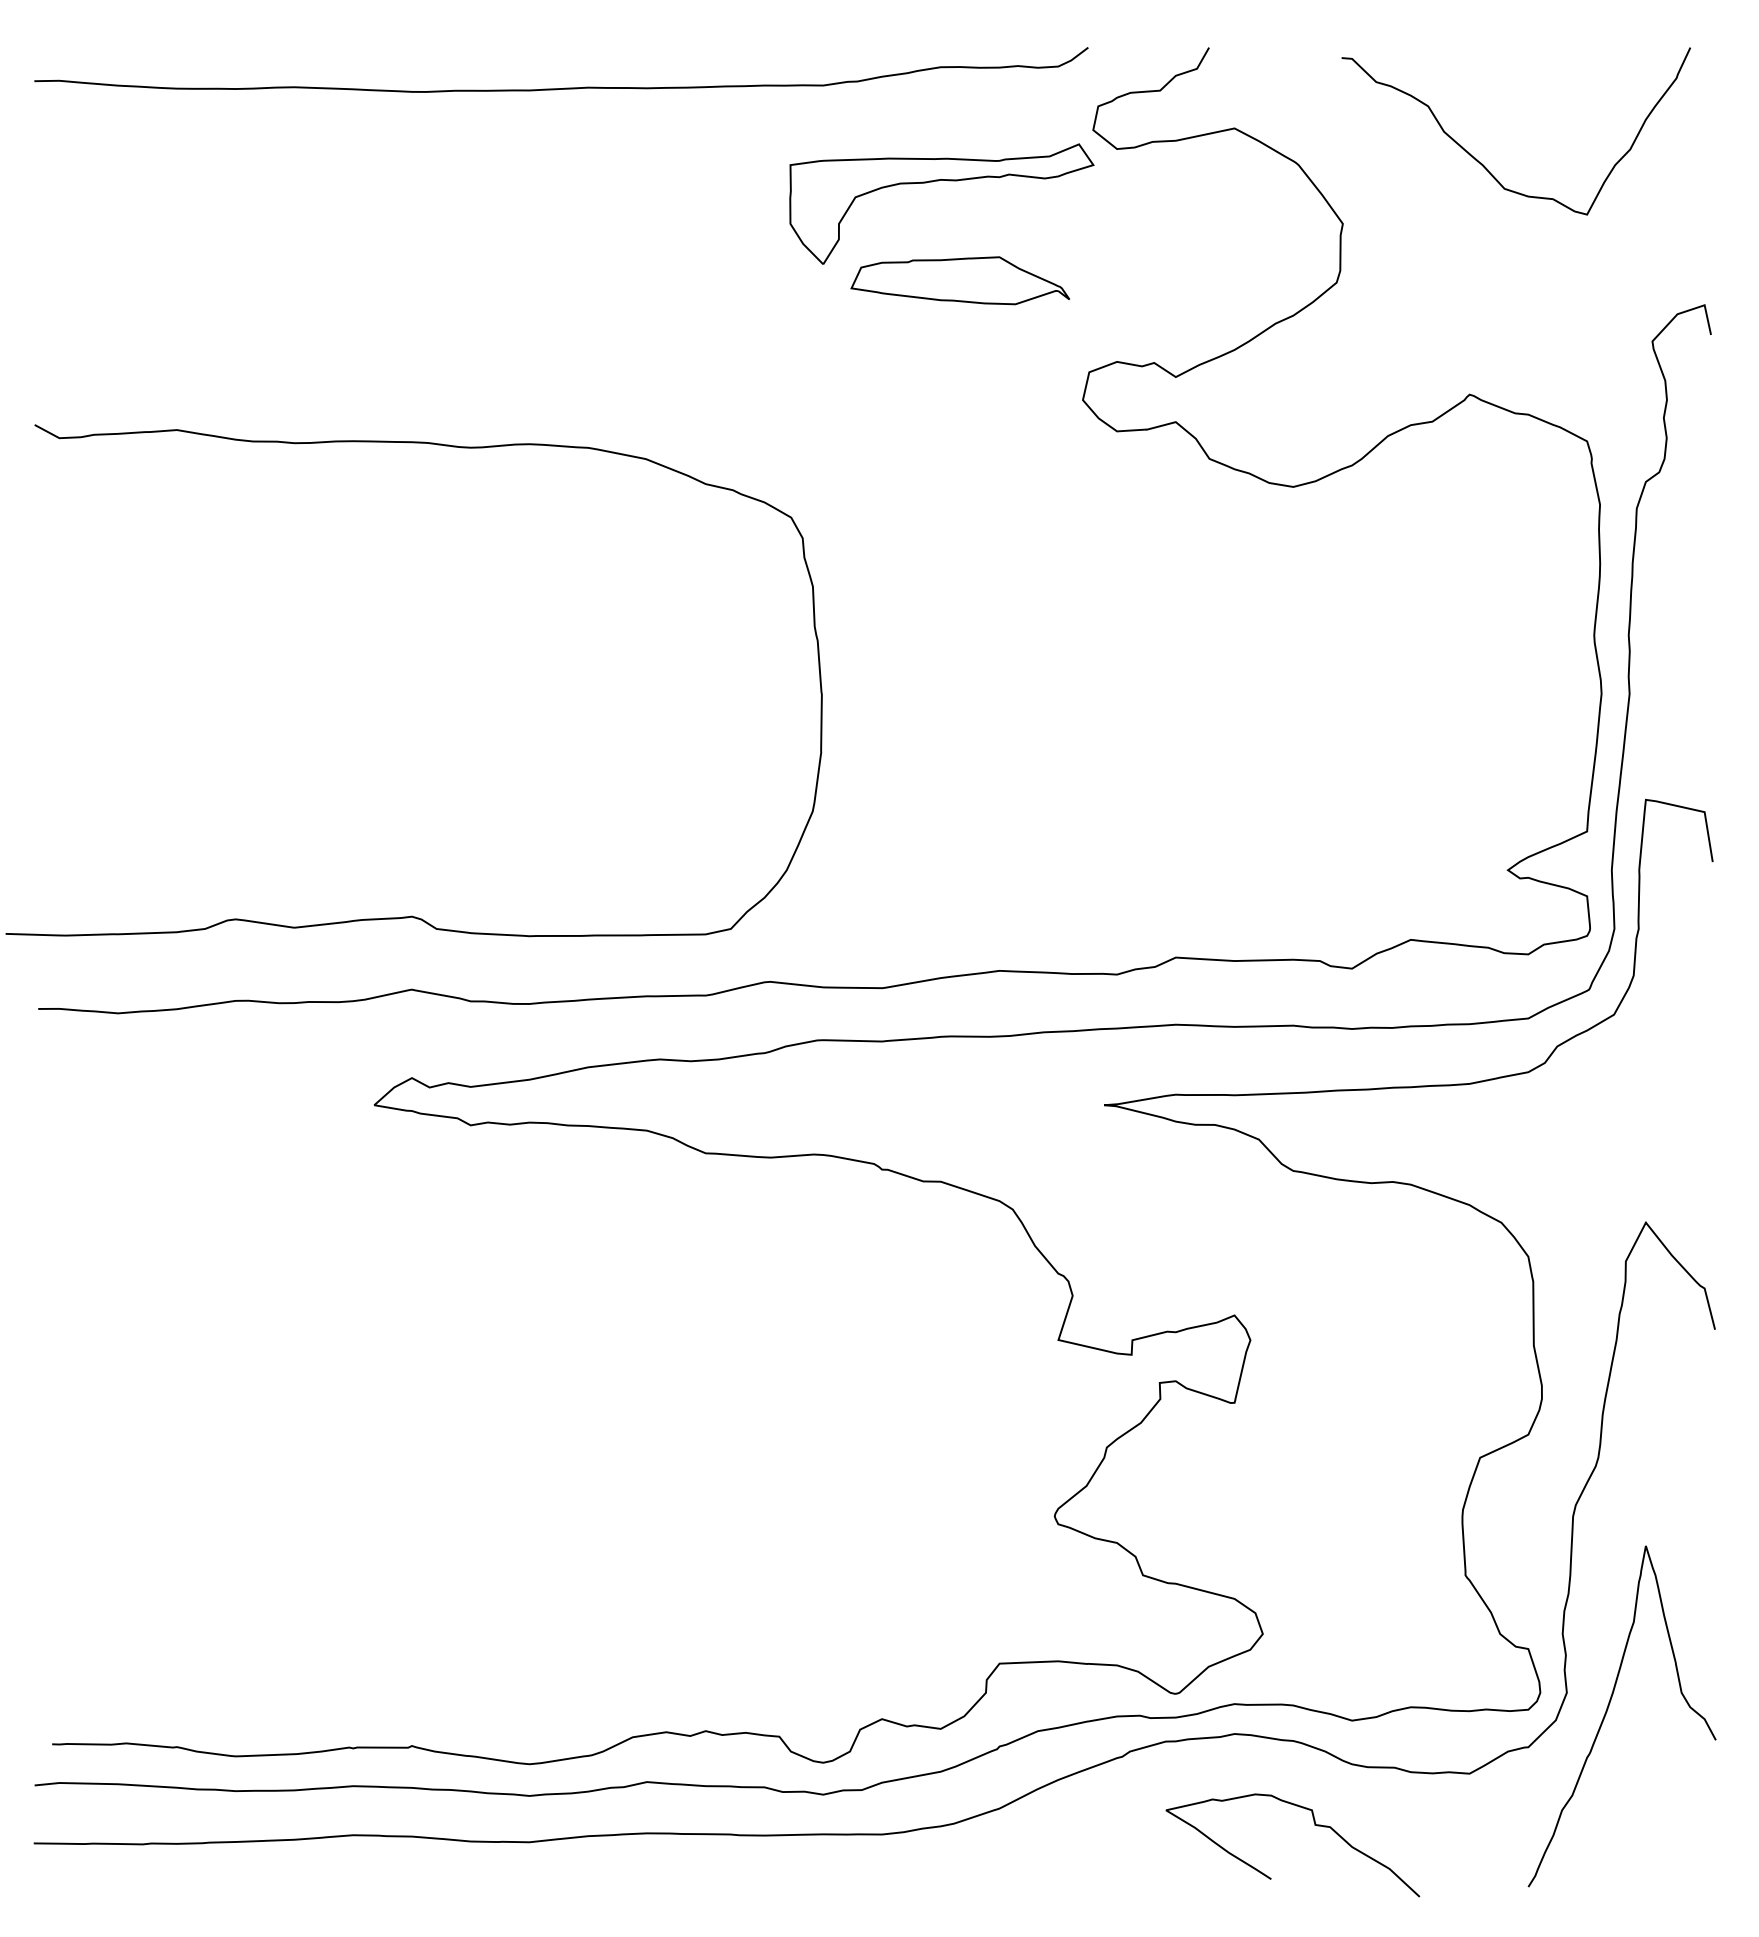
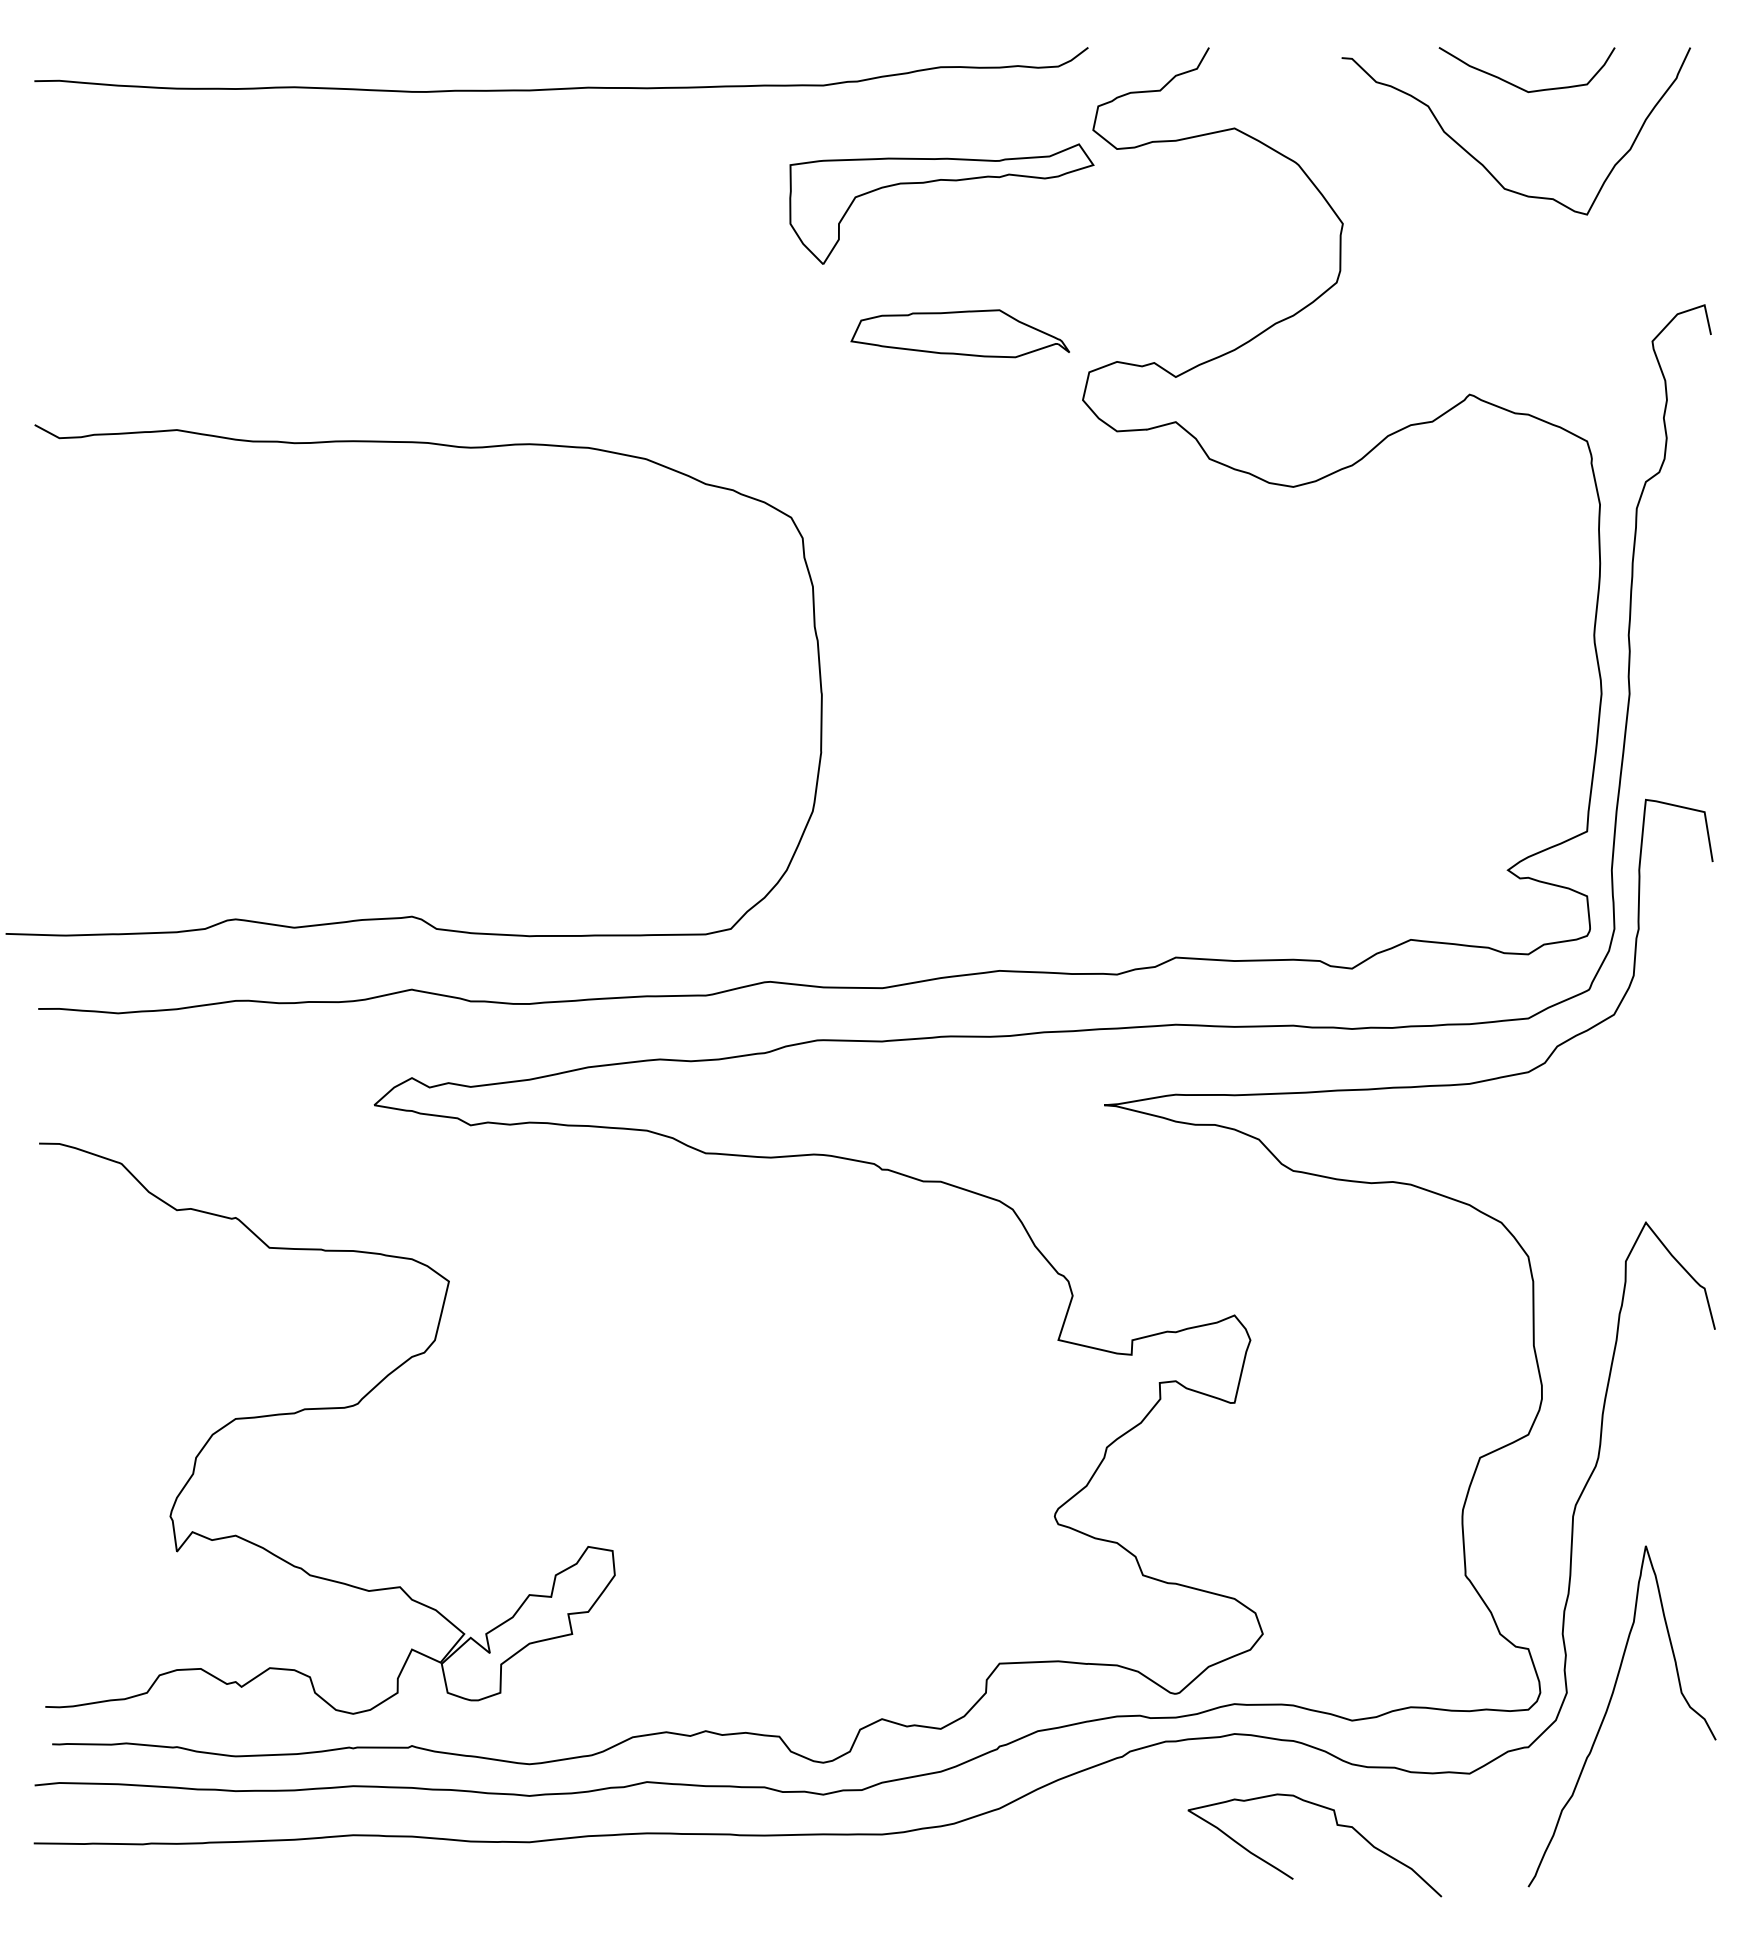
curve at (1519, 86): none -> present
part at (959, 280) position: (959, 280) -> (959, 333)
part at (327, 1409): none -> present
curve at (1314, 1825) position: (1314, 1825) -> (1336, 1825)
